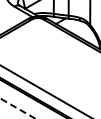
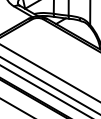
line at (49, 72): none -> present
line at (49, 85): none -> present
line at (17, 108): dashed -> solid
